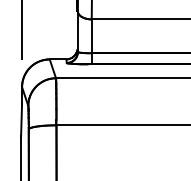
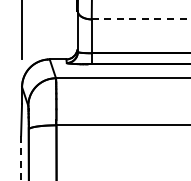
line at (141, 19): solid -> dashed
line at (21, 158): solid -> dashed
